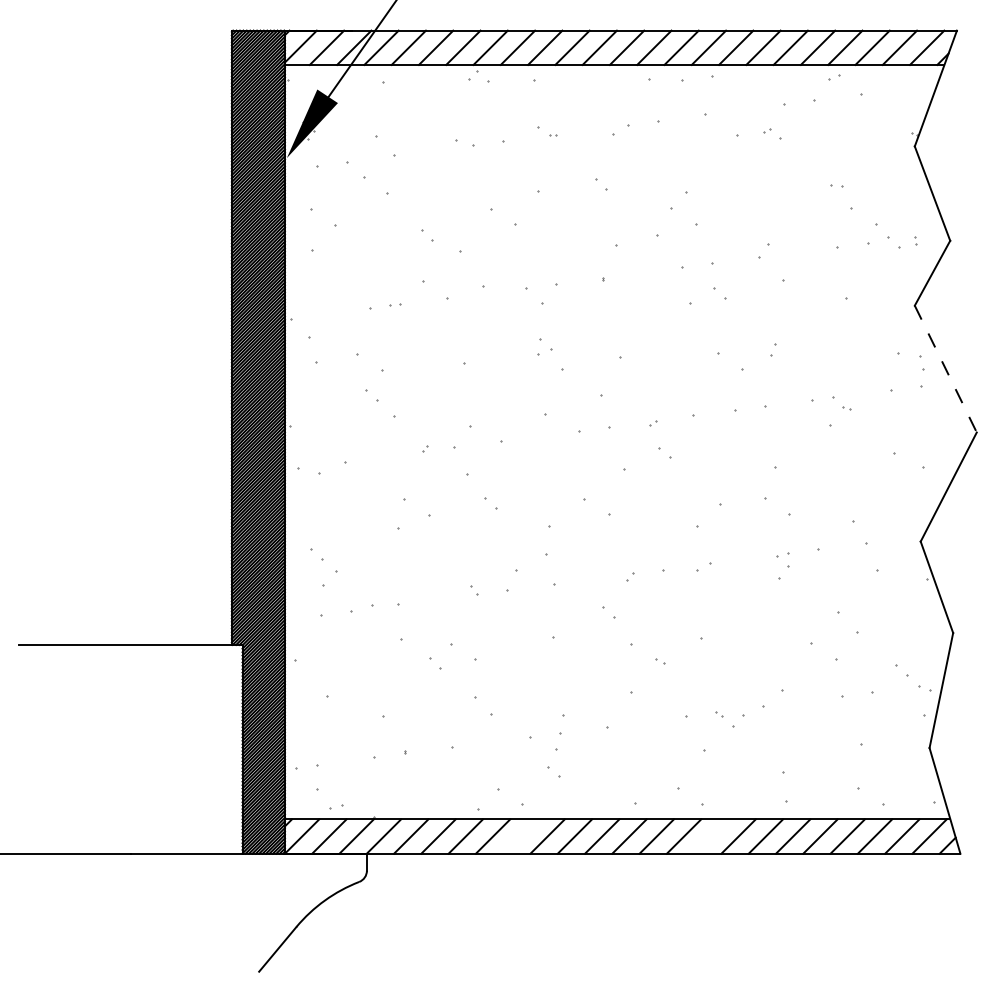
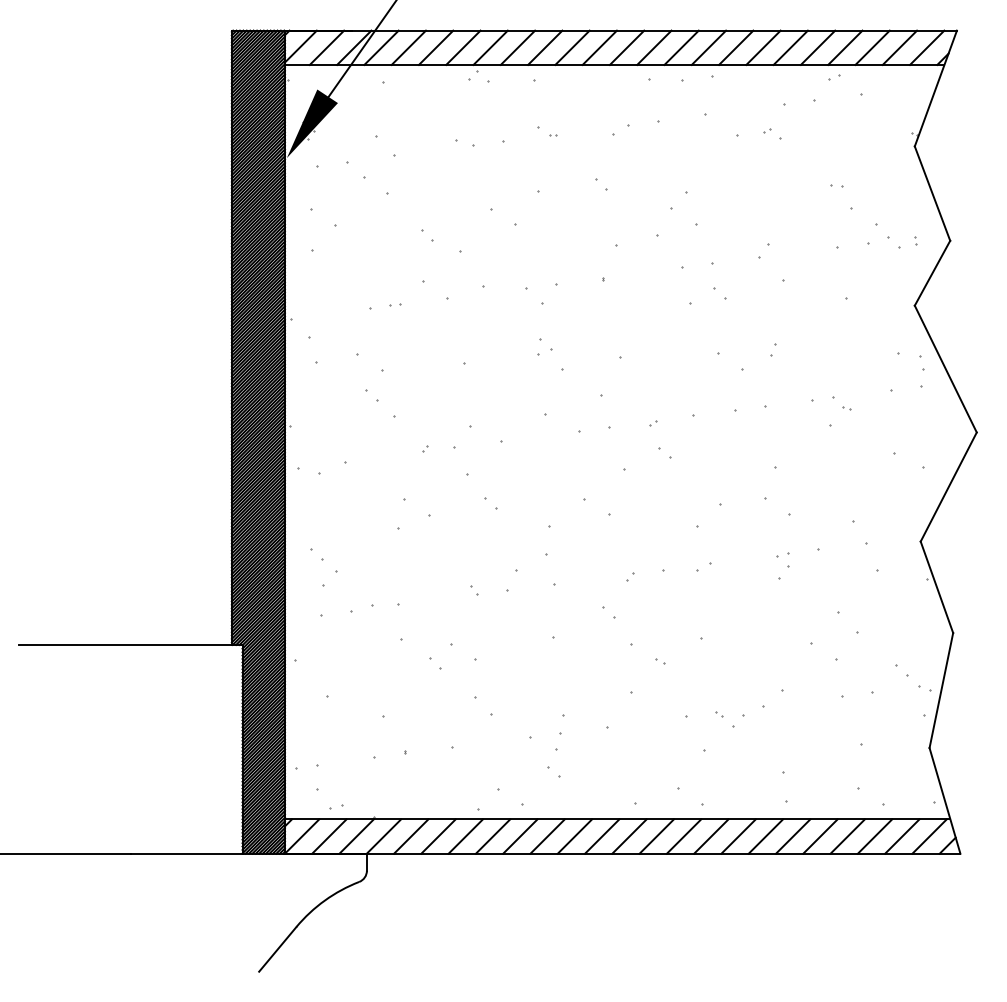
line at (945, 369): dashed -> solid
line at (520, 836): none -> present
line at (711, 836): none -> present
